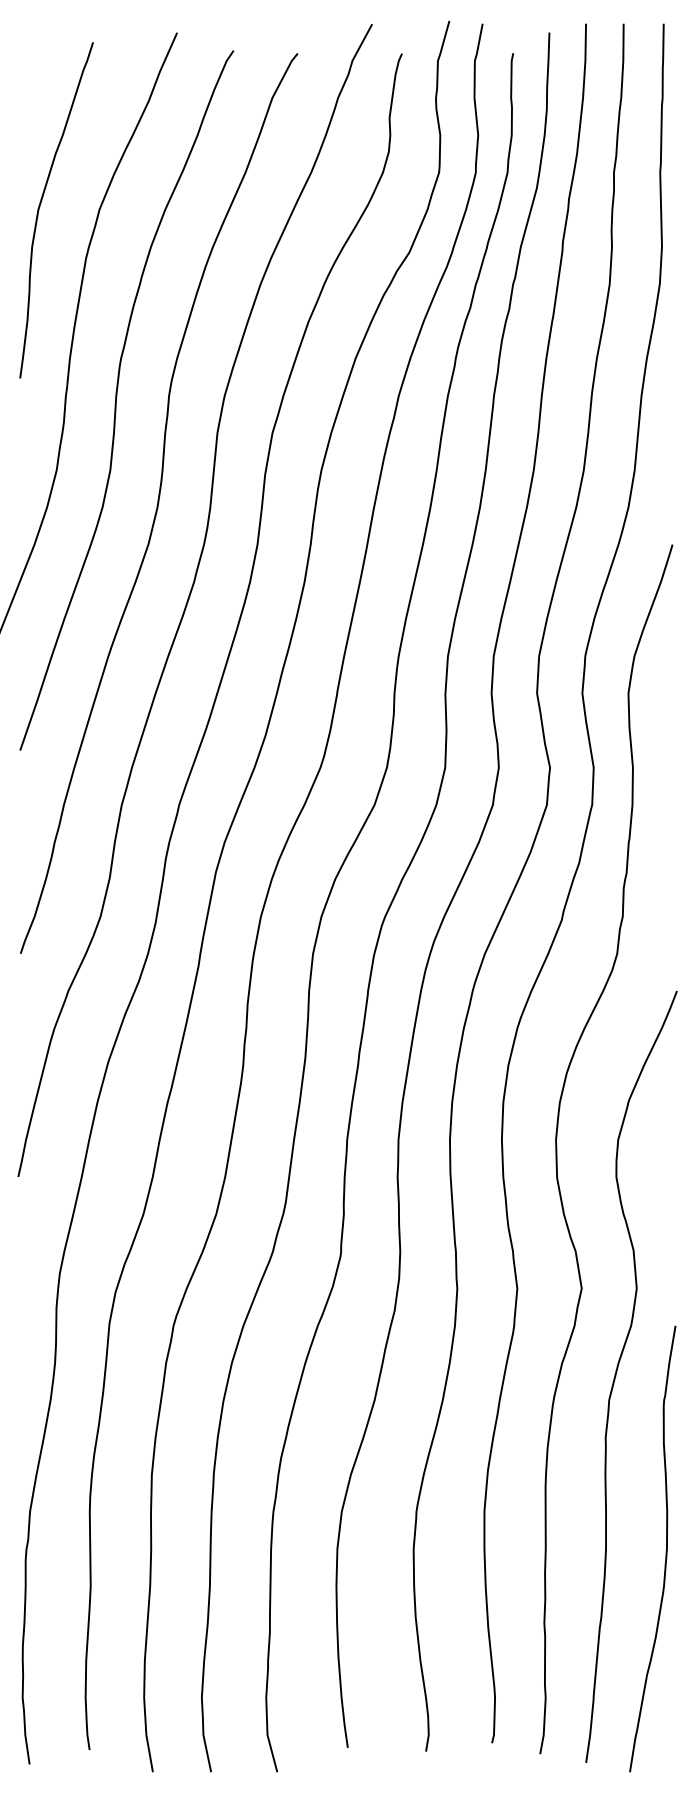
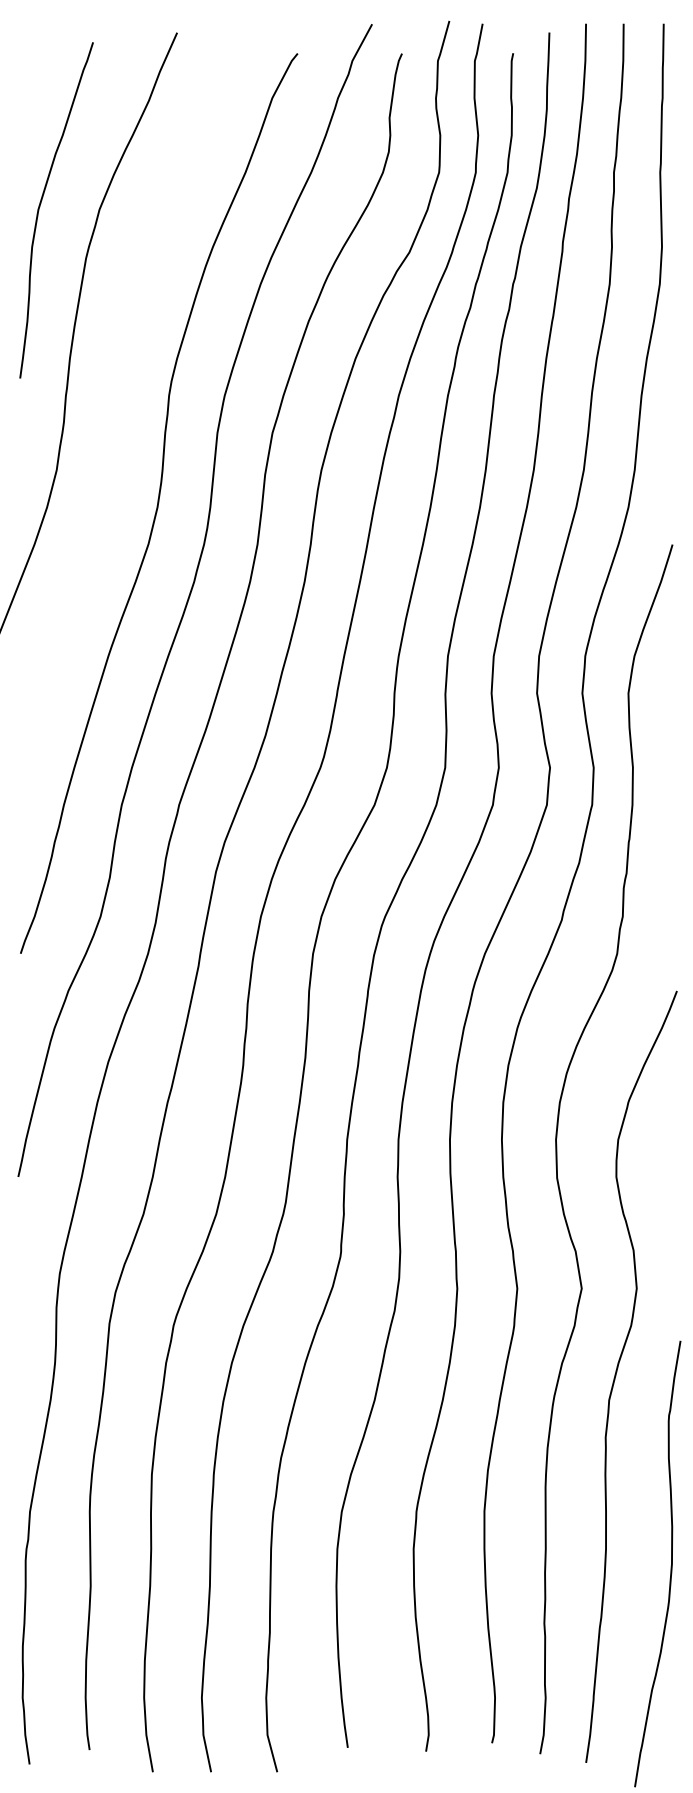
curve at (117, 397): present -> none
curve at (665, 1551) position: (665, 1551) -> (670, 1566)
